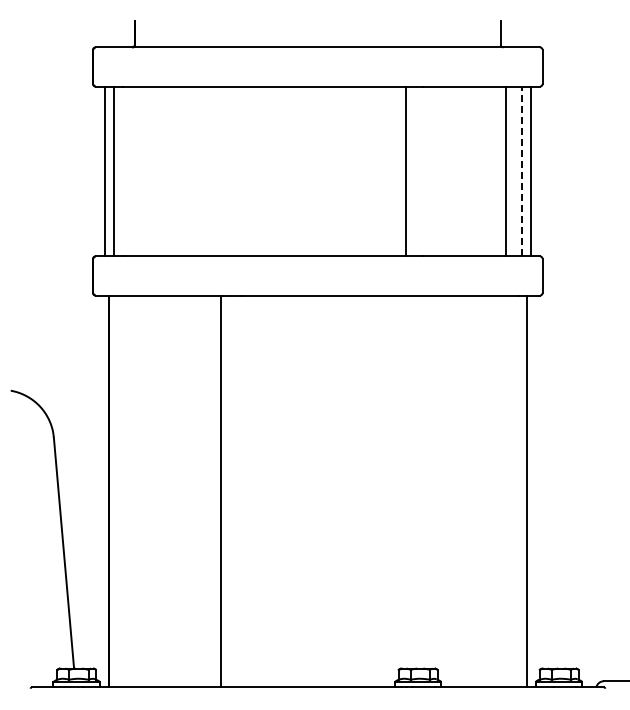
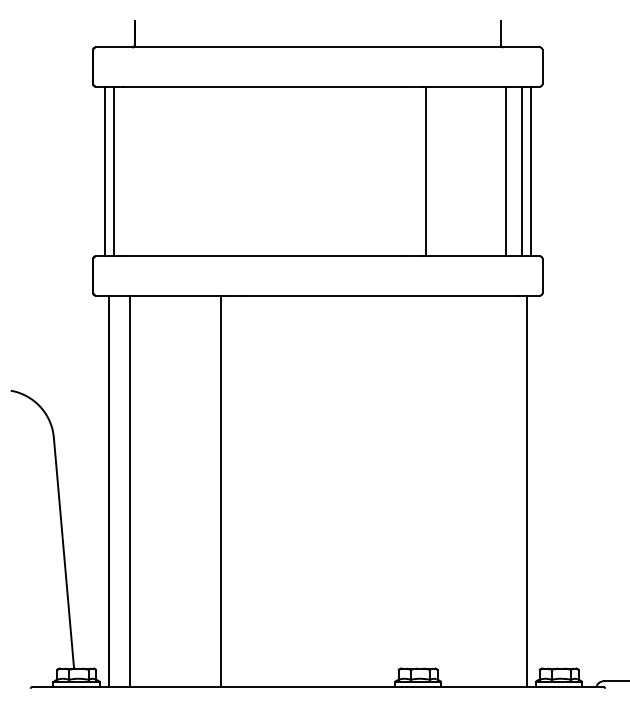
line at (406, 171) position: (406, 171) -> (426, 171)
line at (522, 171): dashed -> solid
line at (129, 491): none -> present
